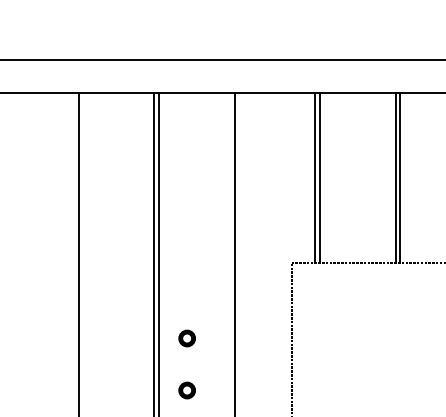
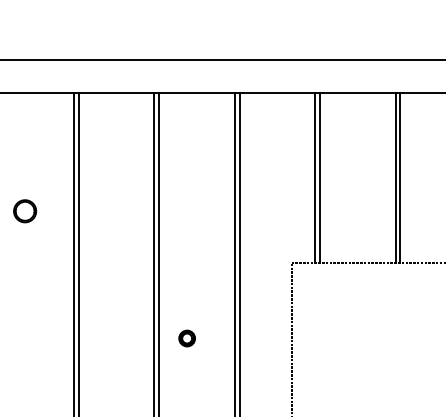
part at (25, 211): none -> present
line at (73, 253): none -> present
line at (239, 253): none -> present
part at (186, 390): present -> none
